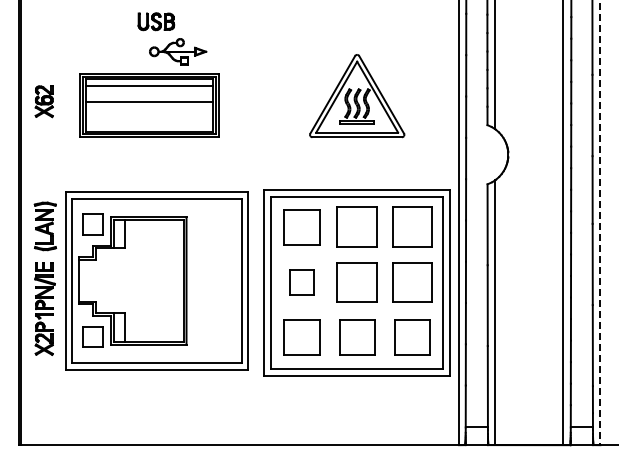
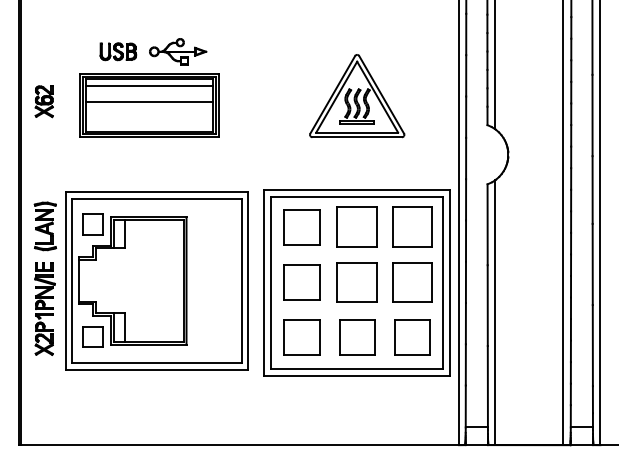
part at (156, 21) position: (156, 21) -> (118, 51)
line at (600, 223): dashed -> solid
part at (301, 282) size: 26x27 px -> 38x37 px
